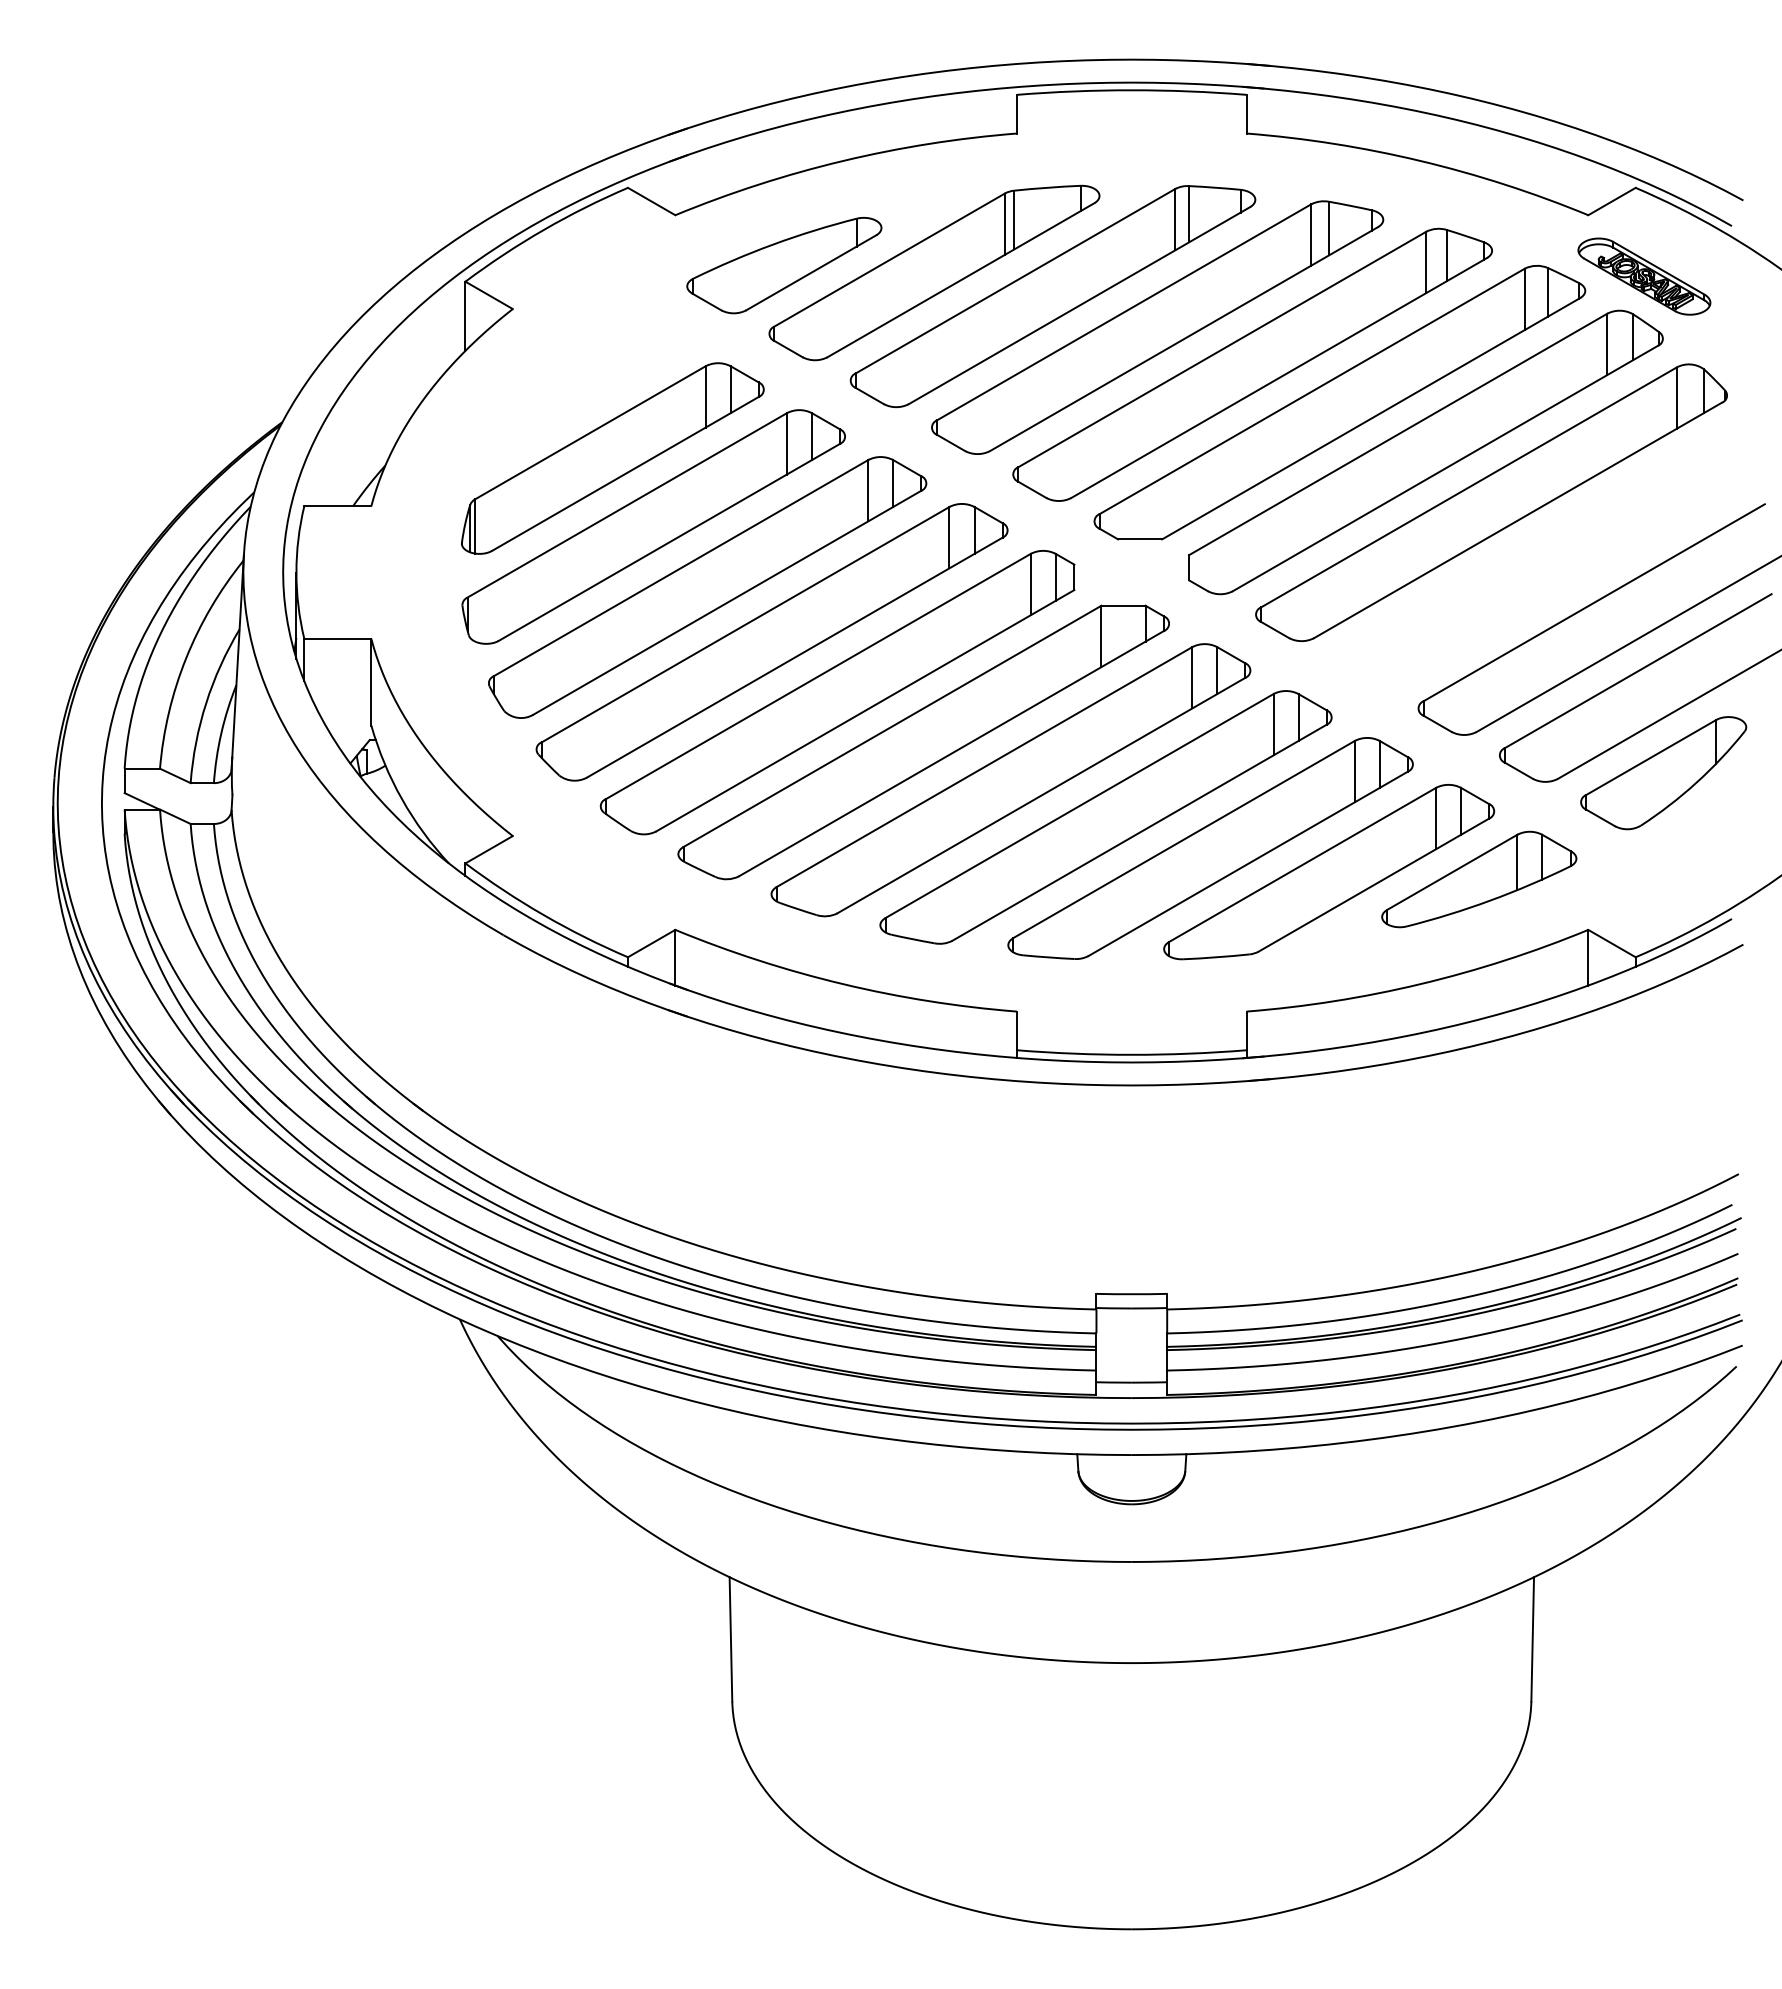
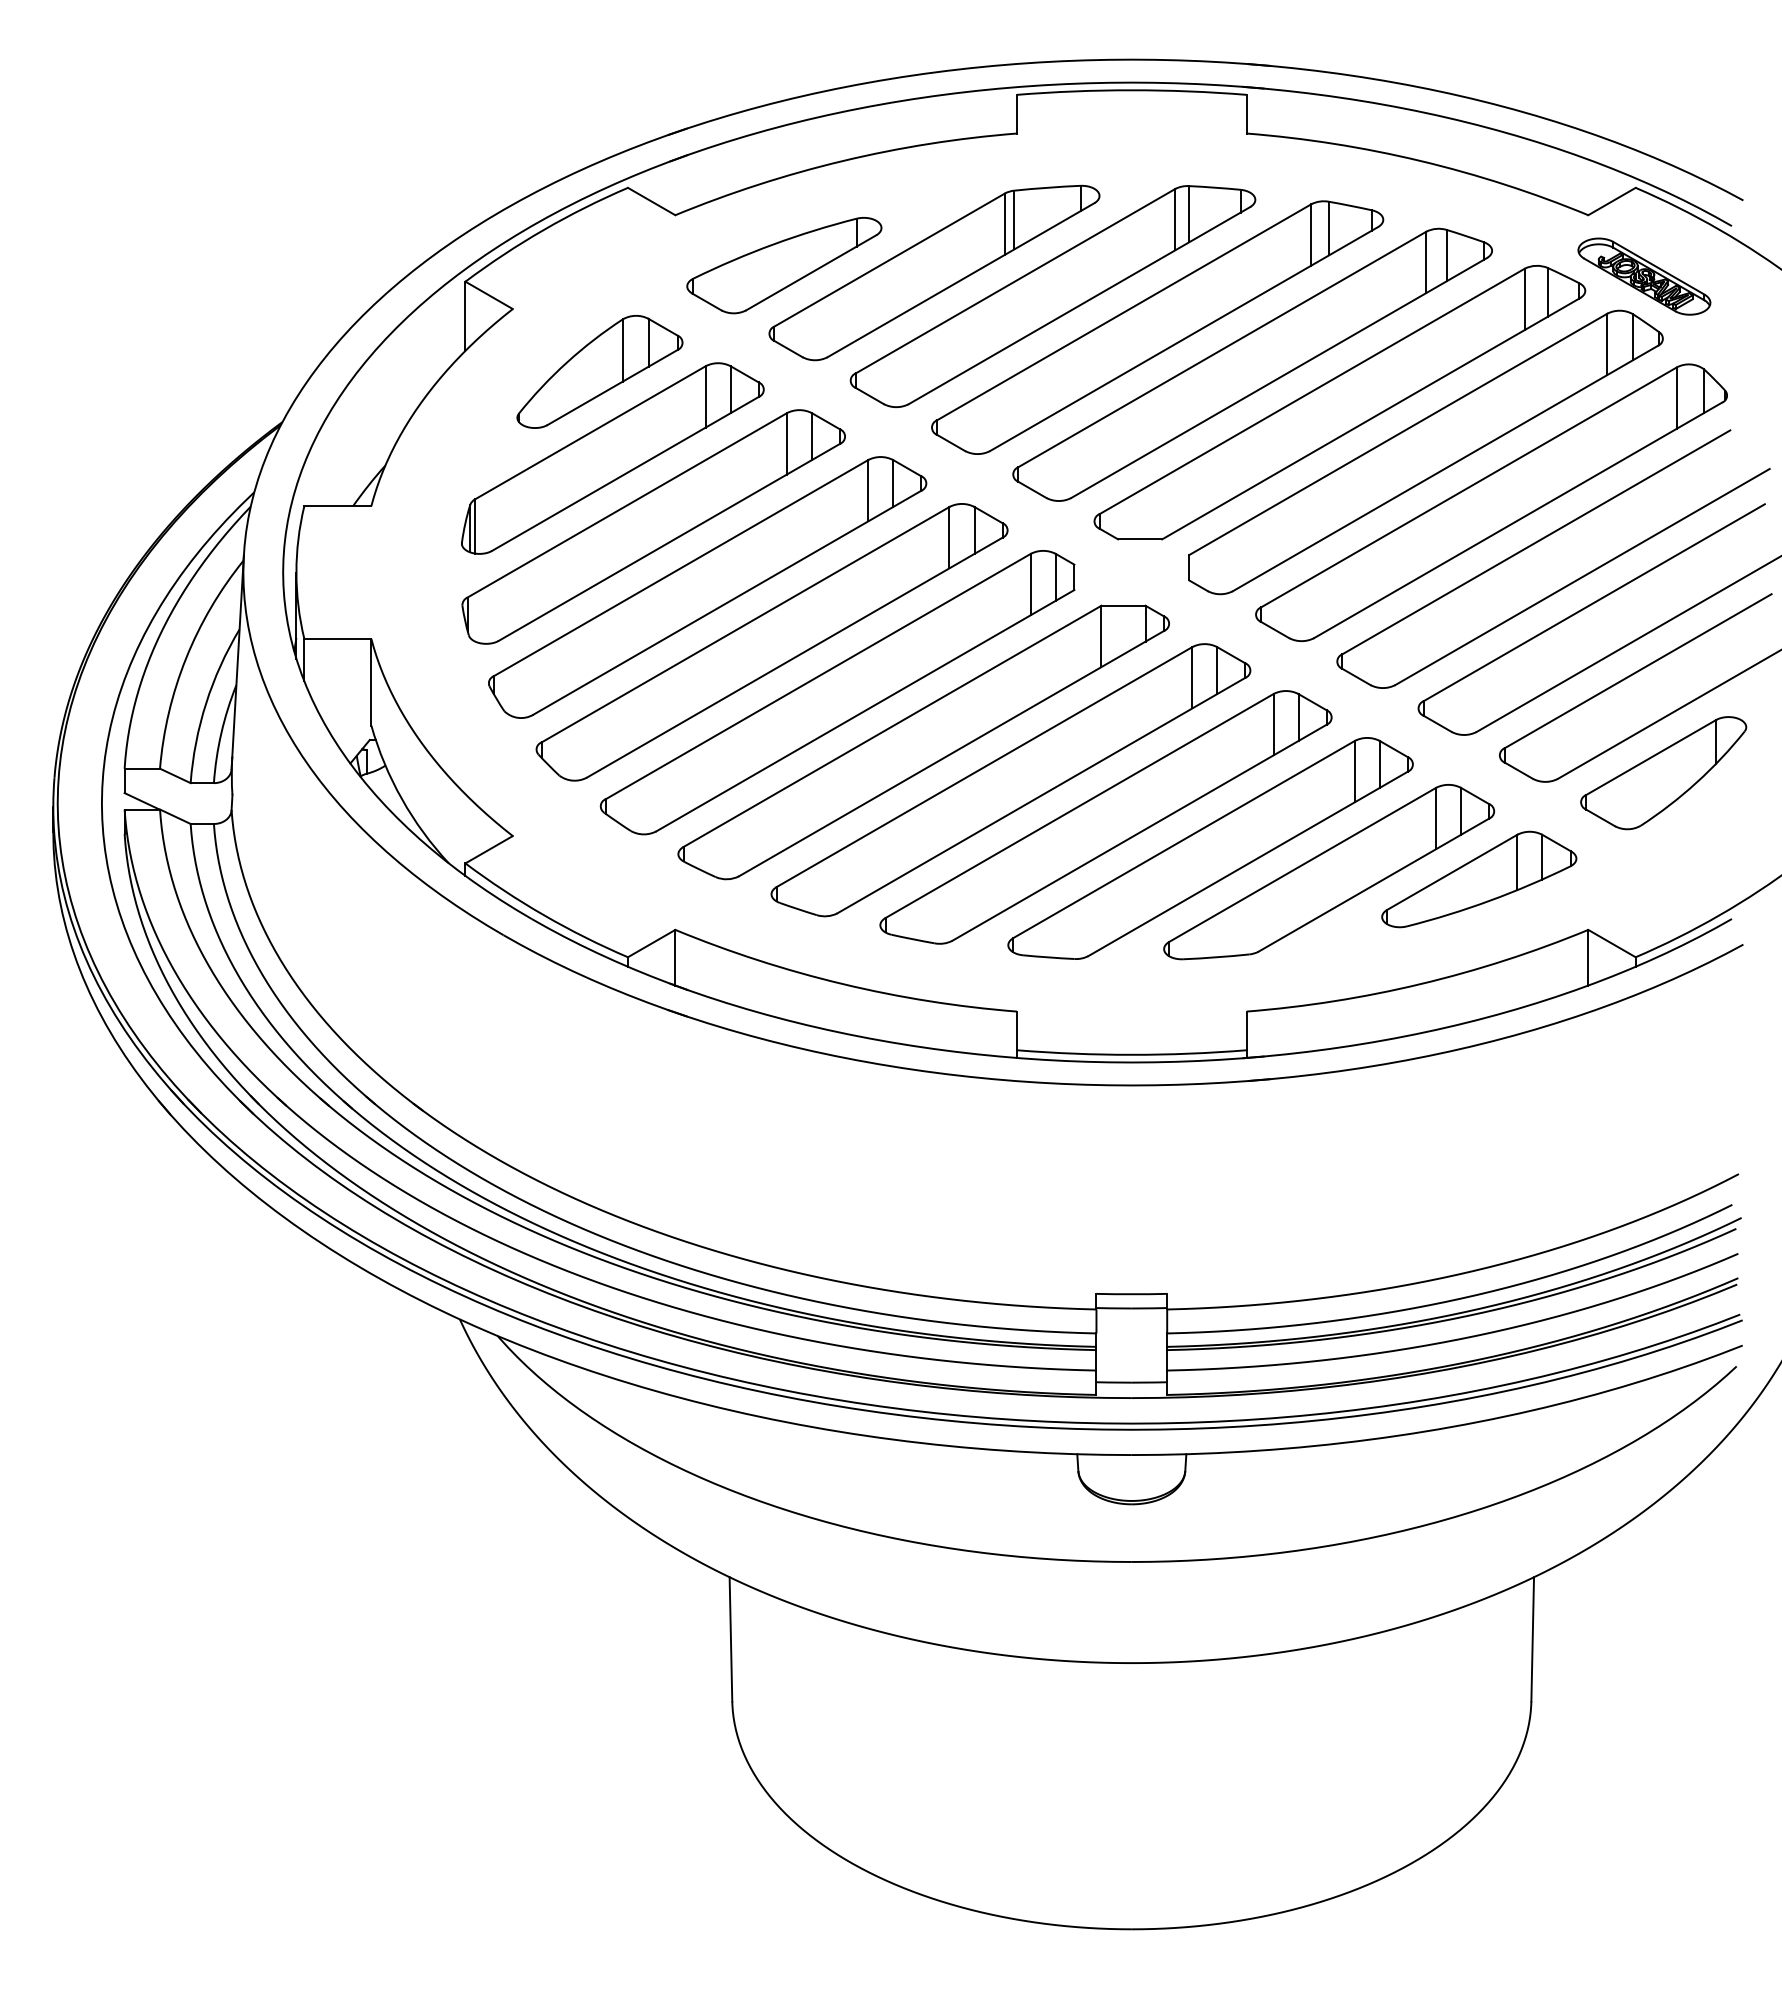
part at (599, 371): none -> present
part at (1543, 539): none -> present
